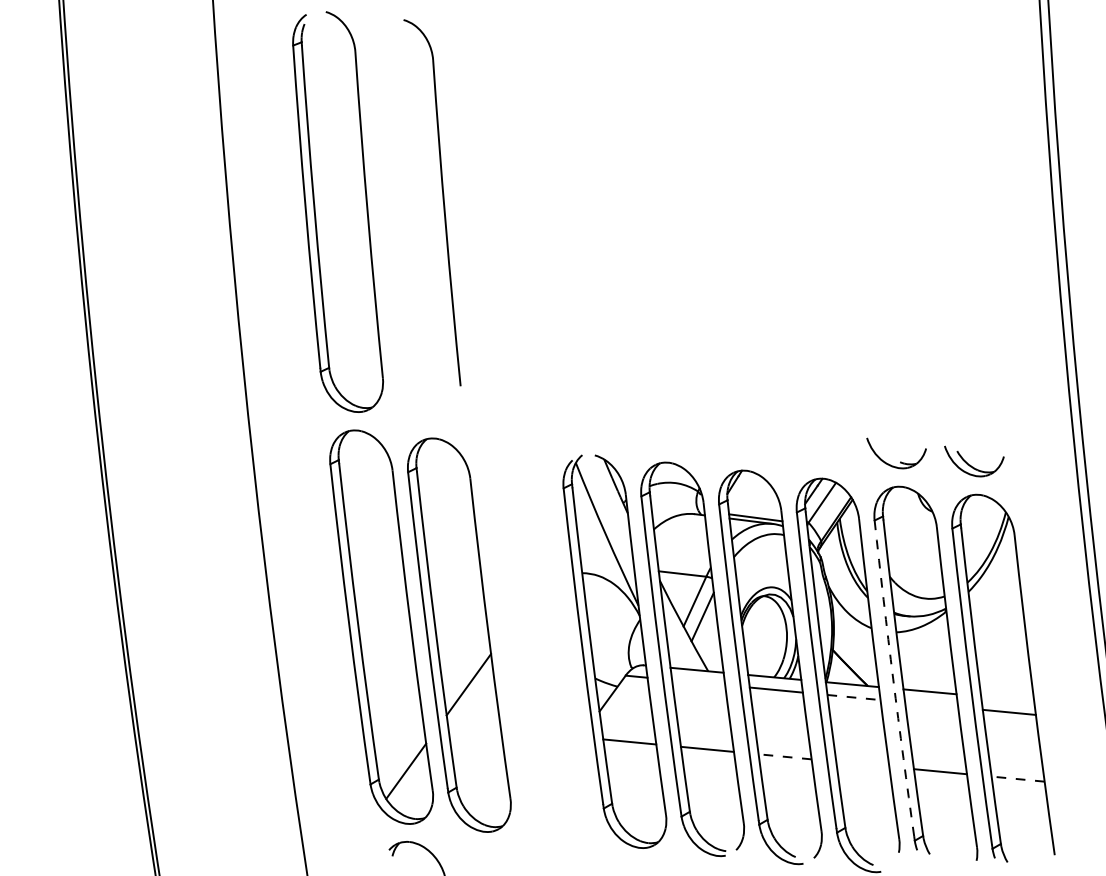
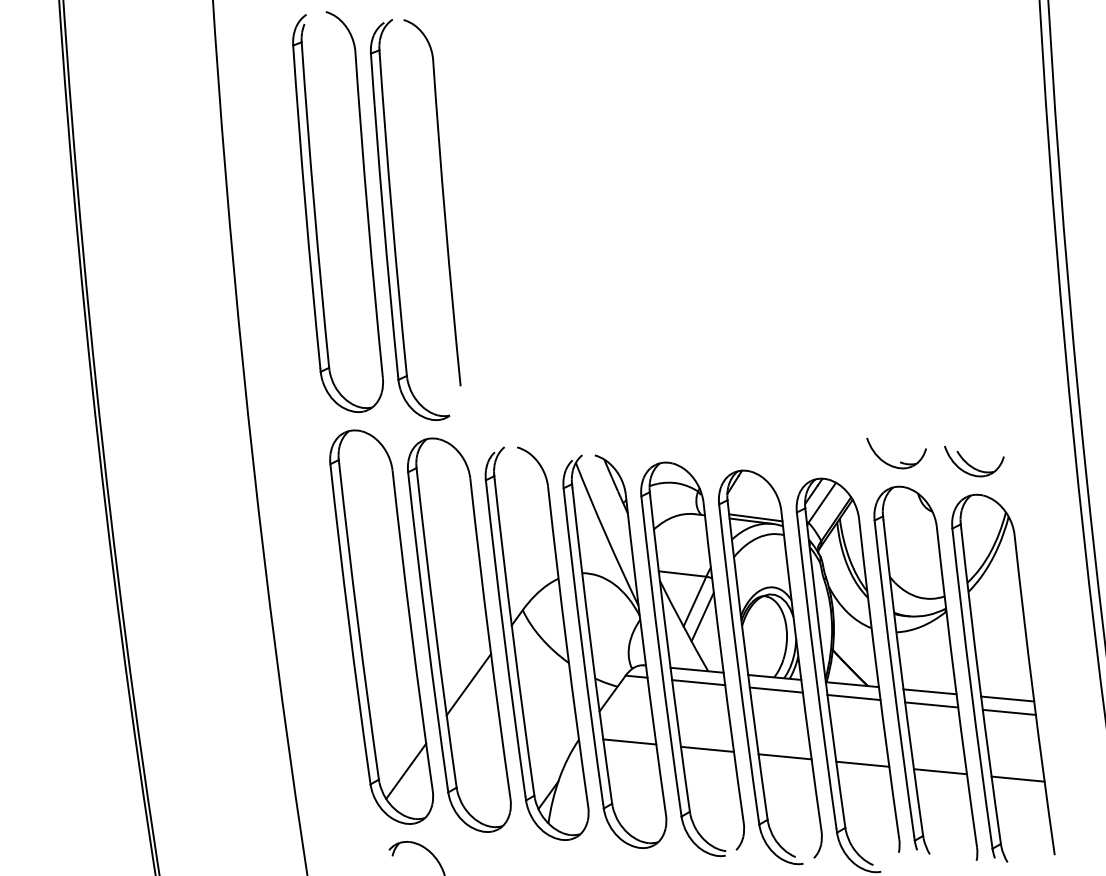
part at (393, 220): none -> present
part at (536, 643): none -> present
arc at (893, 679): dashed -> solid
line at (698, 682): none -> present
line at (854, 697): dashed -> solid
line at (1007, 698): none -> present
line at (931, 704): none -> present
line at (785, 756): dashed -> solid
line at (862, 763): none -> present
line at (1018, 779): dashed -> solid
